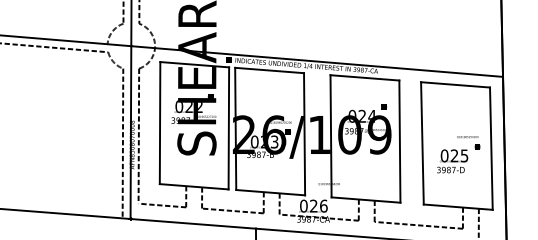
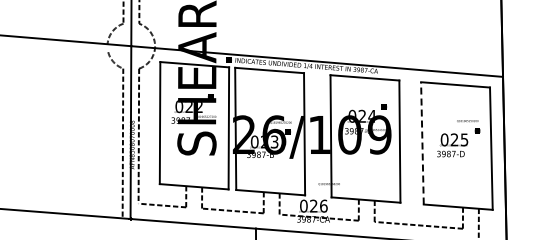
line at (55, 47): present -> none
line at (422, 142): solid -> dashed
part at (458, 154) position: (458, 154) -> (458, 138)
